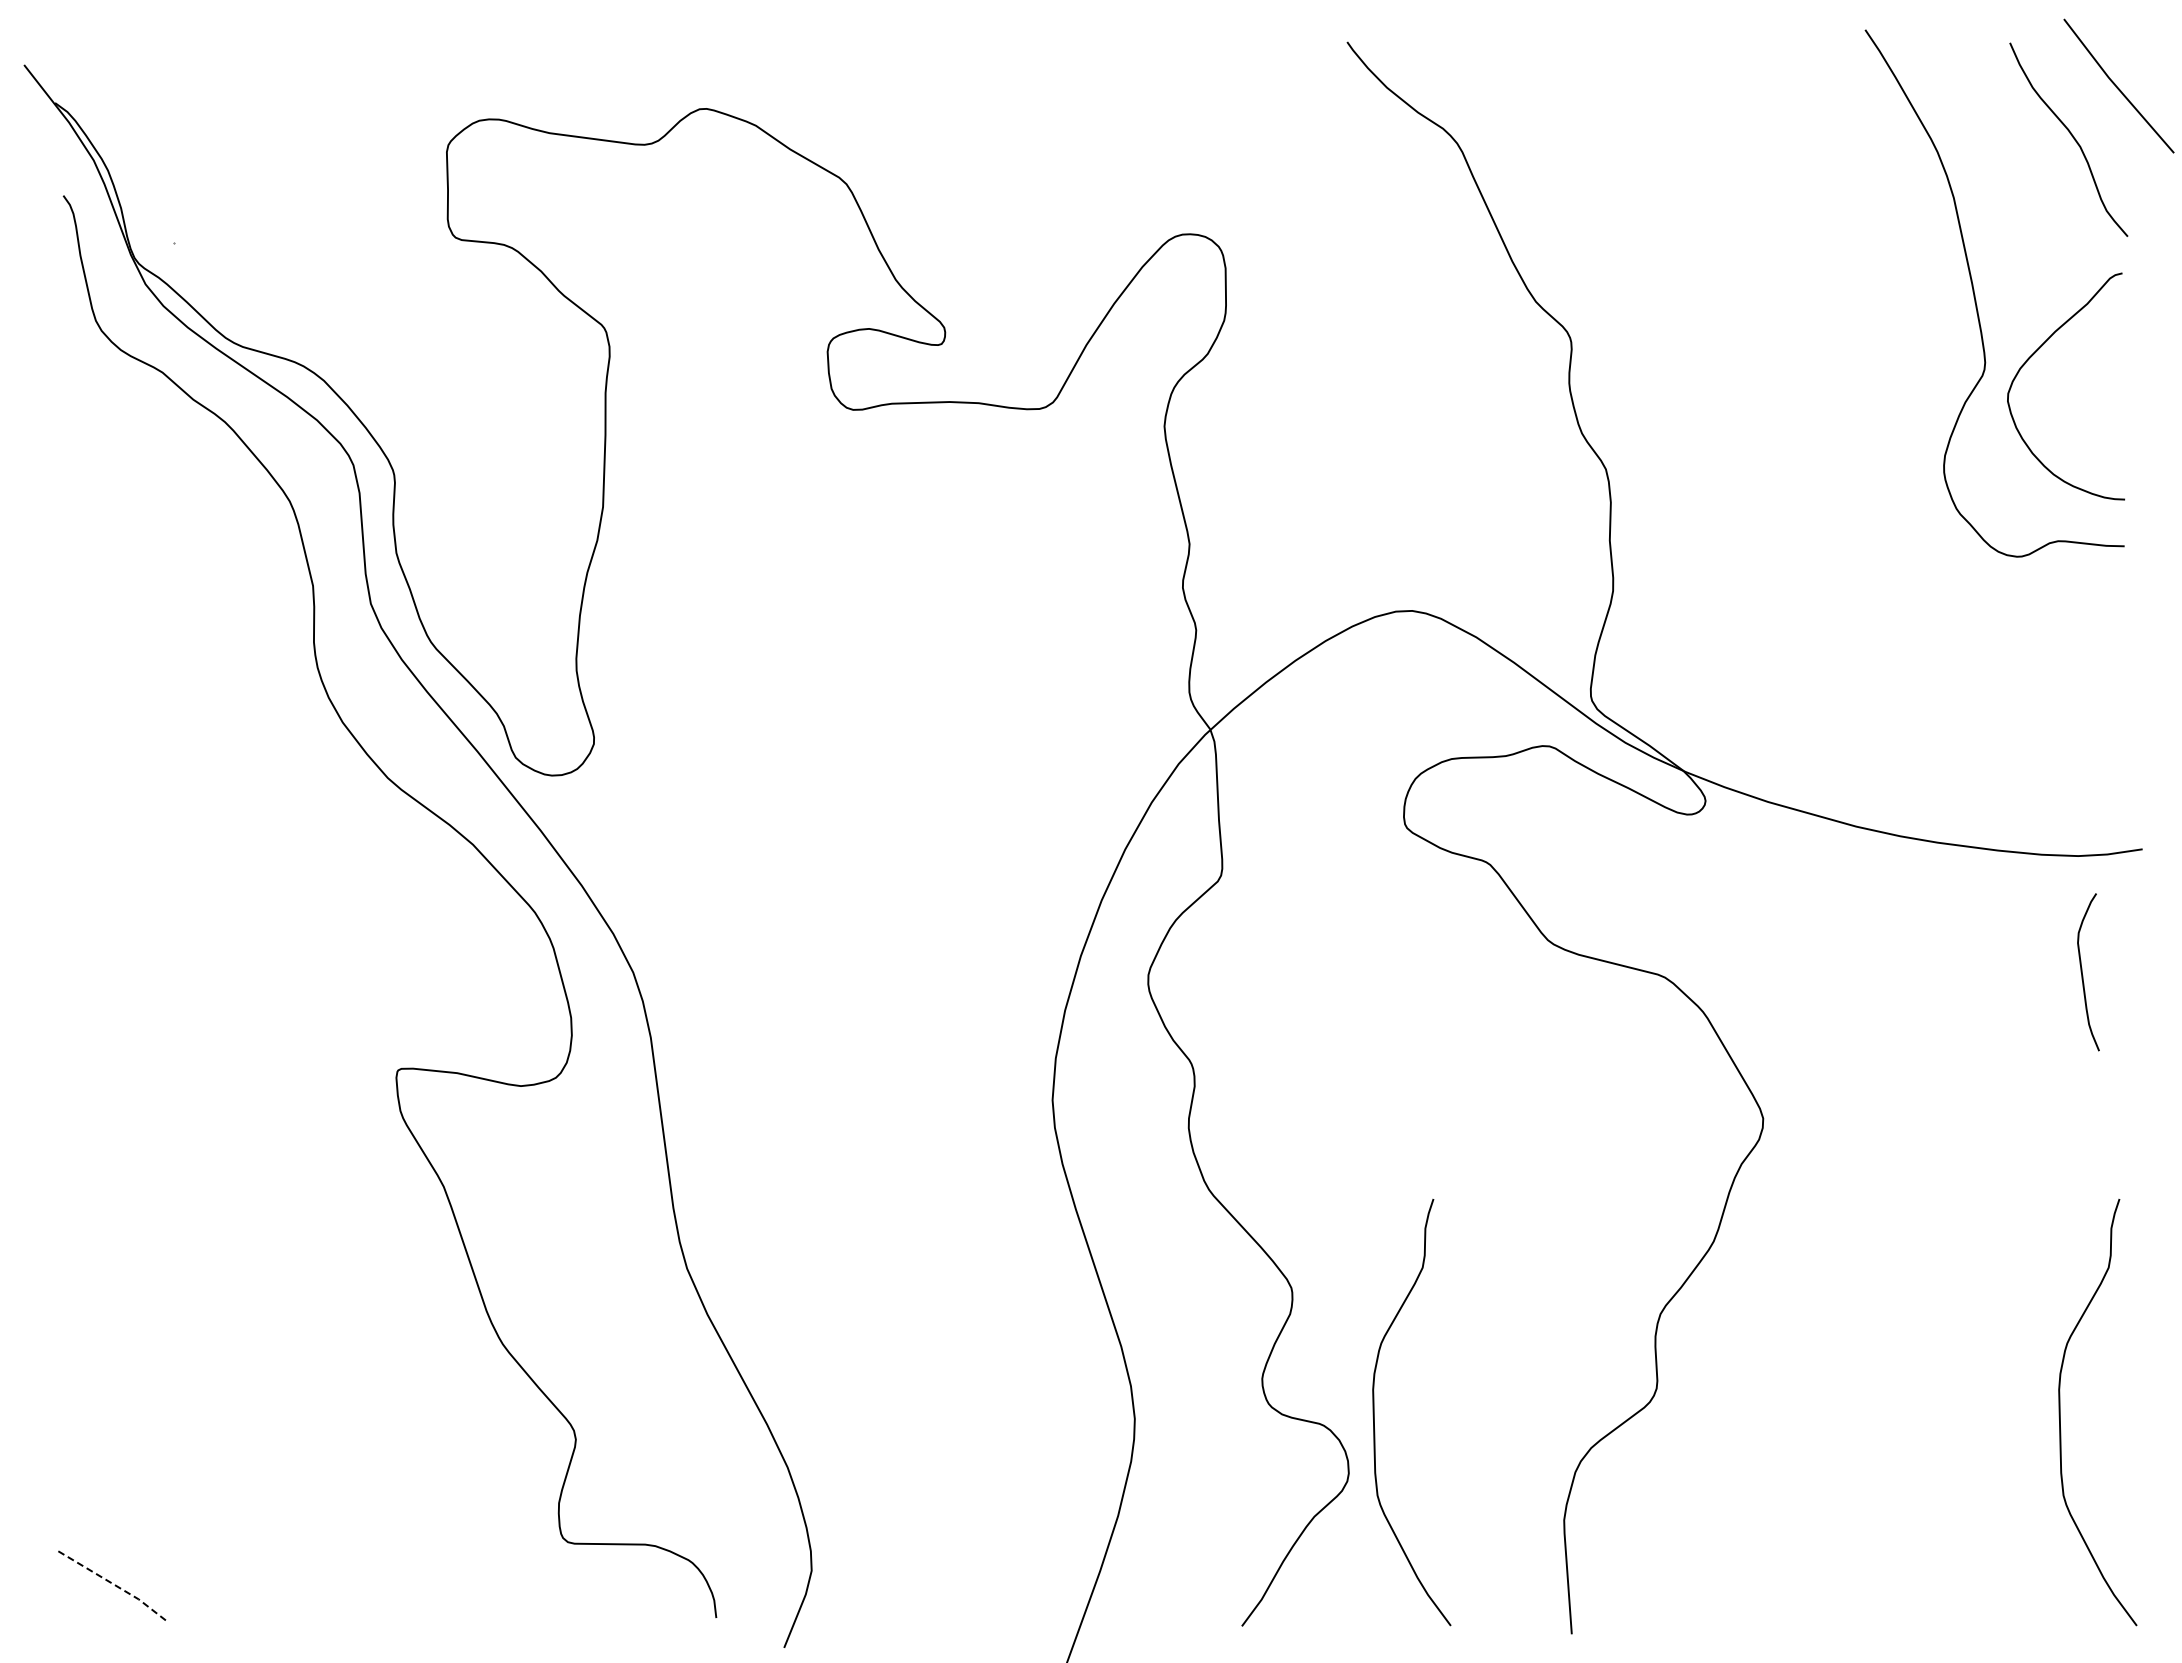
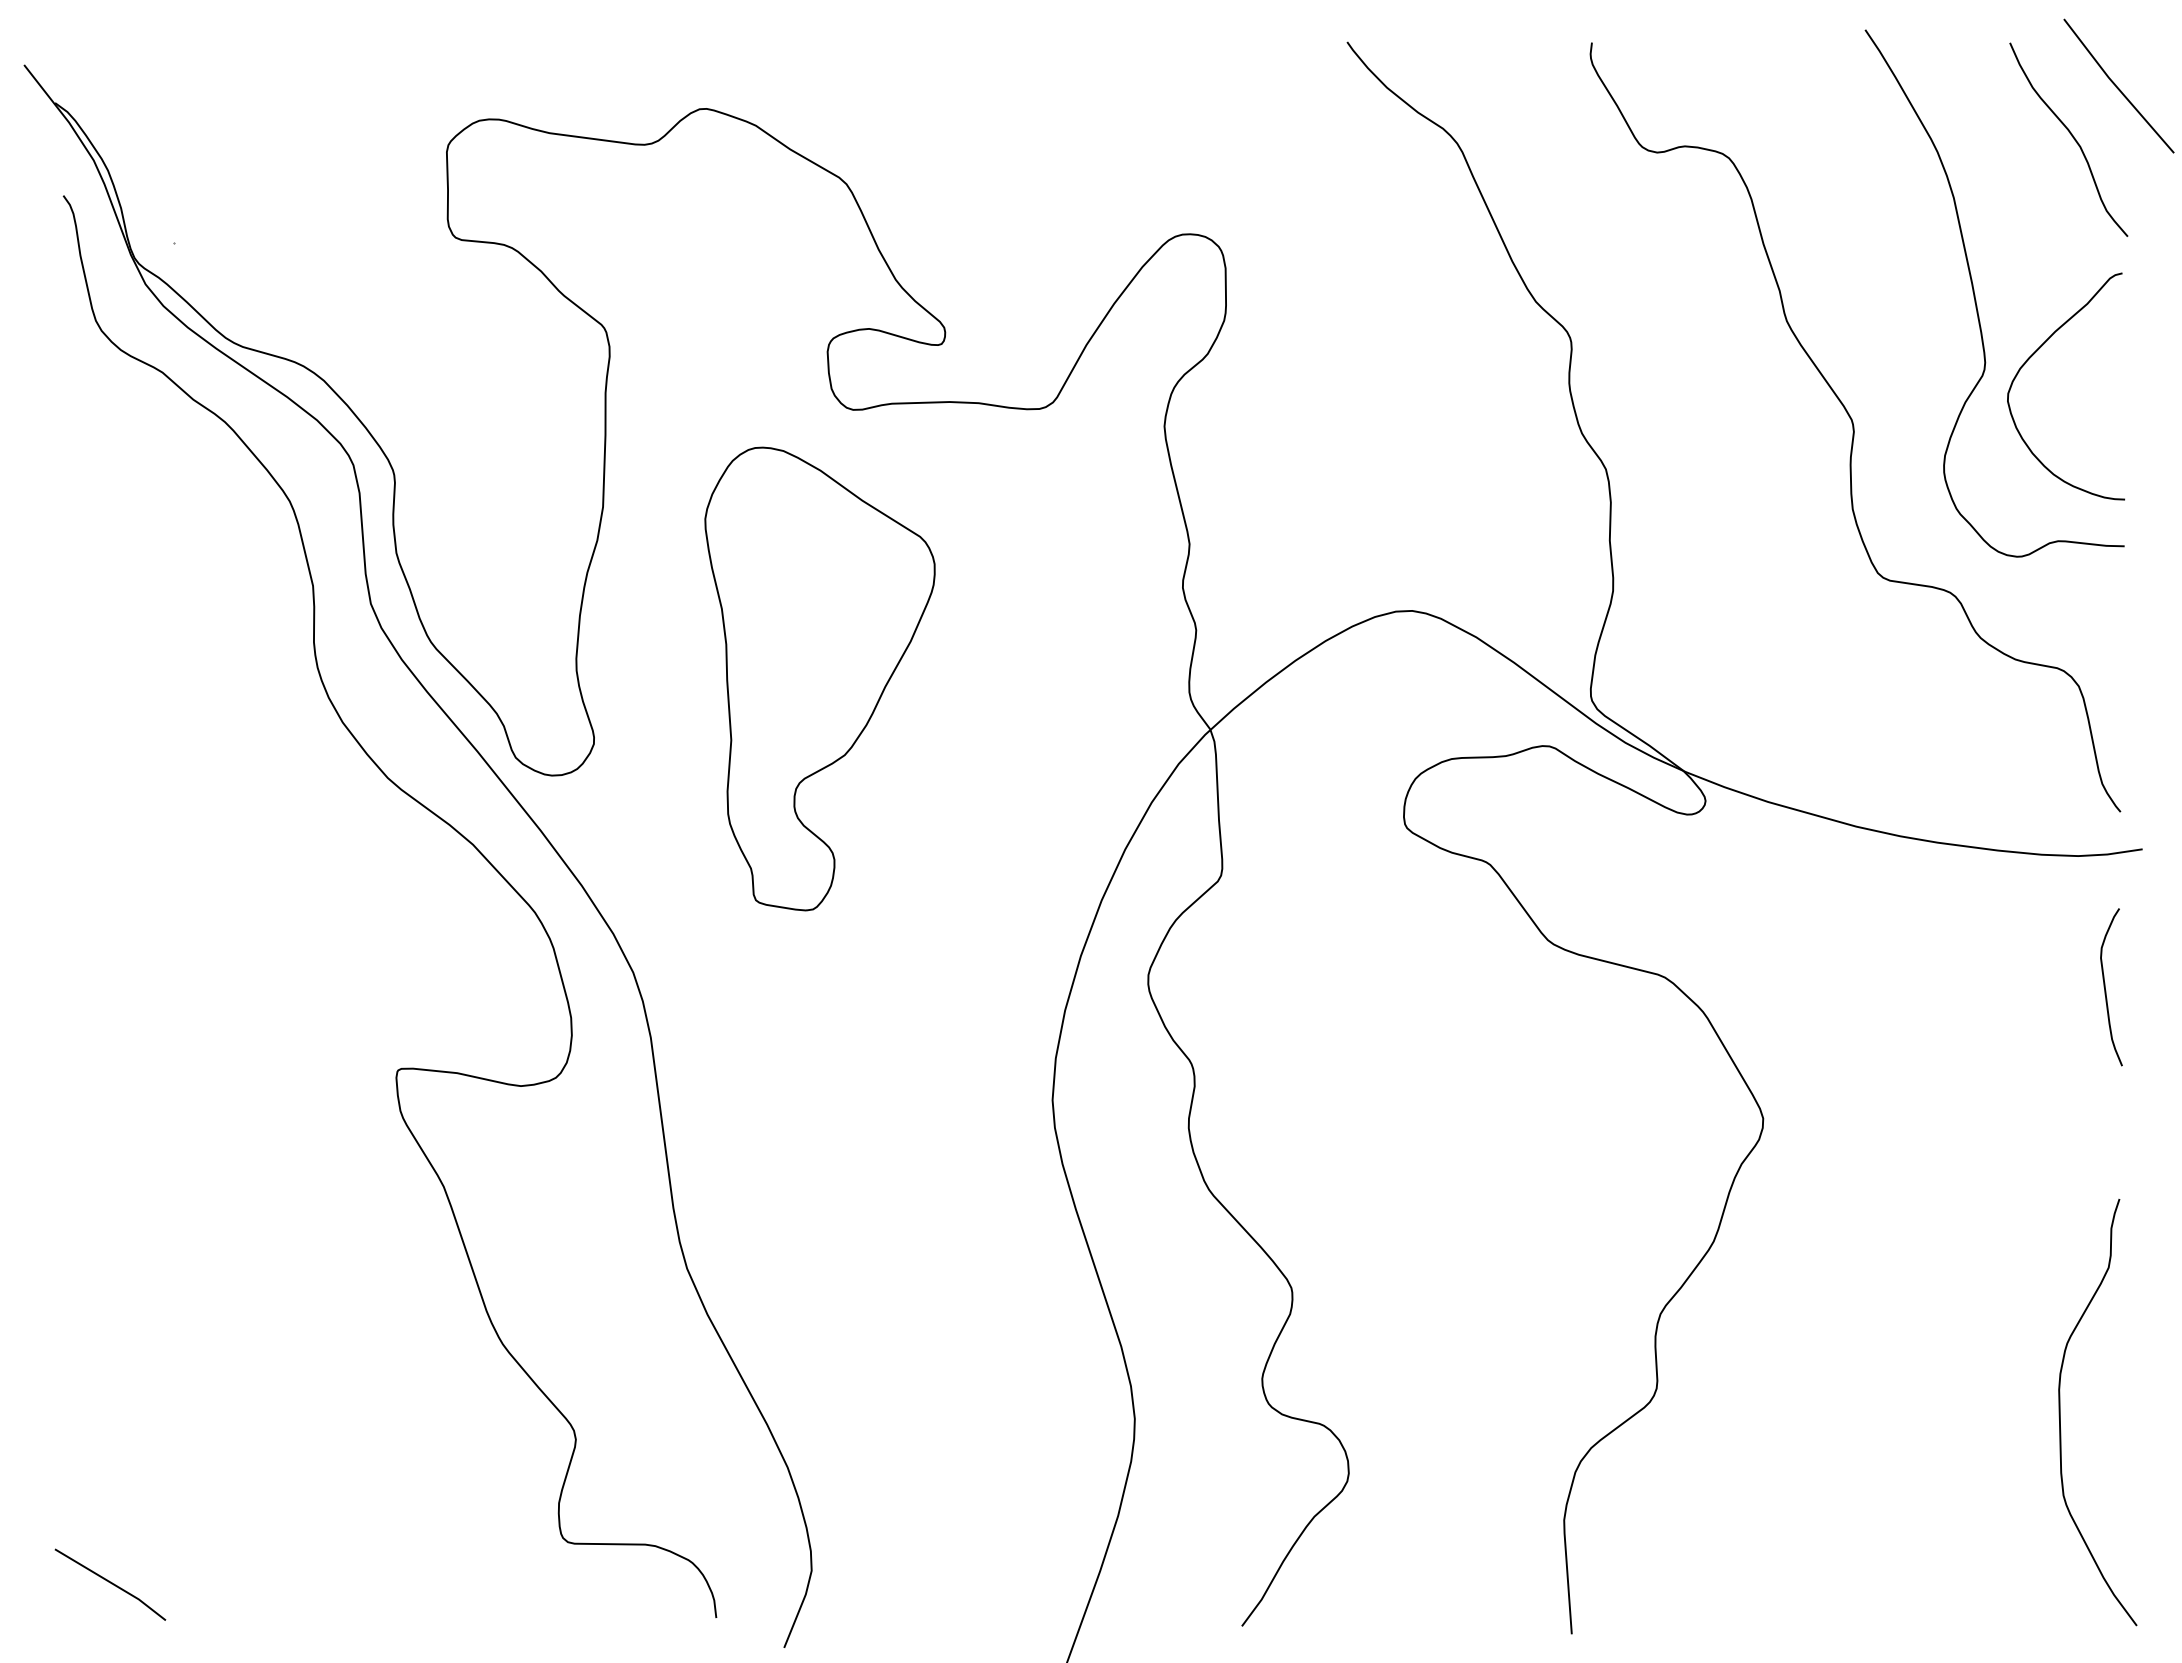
curve at (1854, 427): none -> present
part at (819, 678): none -> present
curve at (2083, 975) position: (2083, 975) -> (2106, 990)
curve at (1374, 1412): present -> none
line at (112, 1583): dashed -> solid
